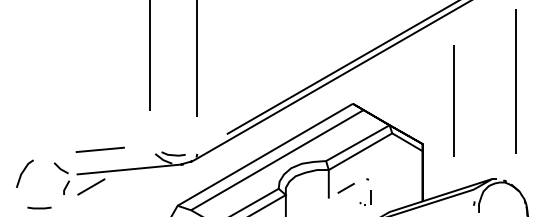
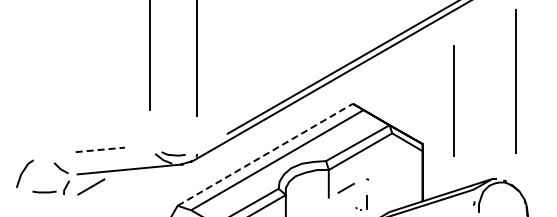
line at (100, 149): solid -> dashed
line at (265, 154): solid -> dashed
part at (365, 197) position: (365, 197) -> (361, 202)
line at (39, 207) position: (39, 207) -> (44, 191)
